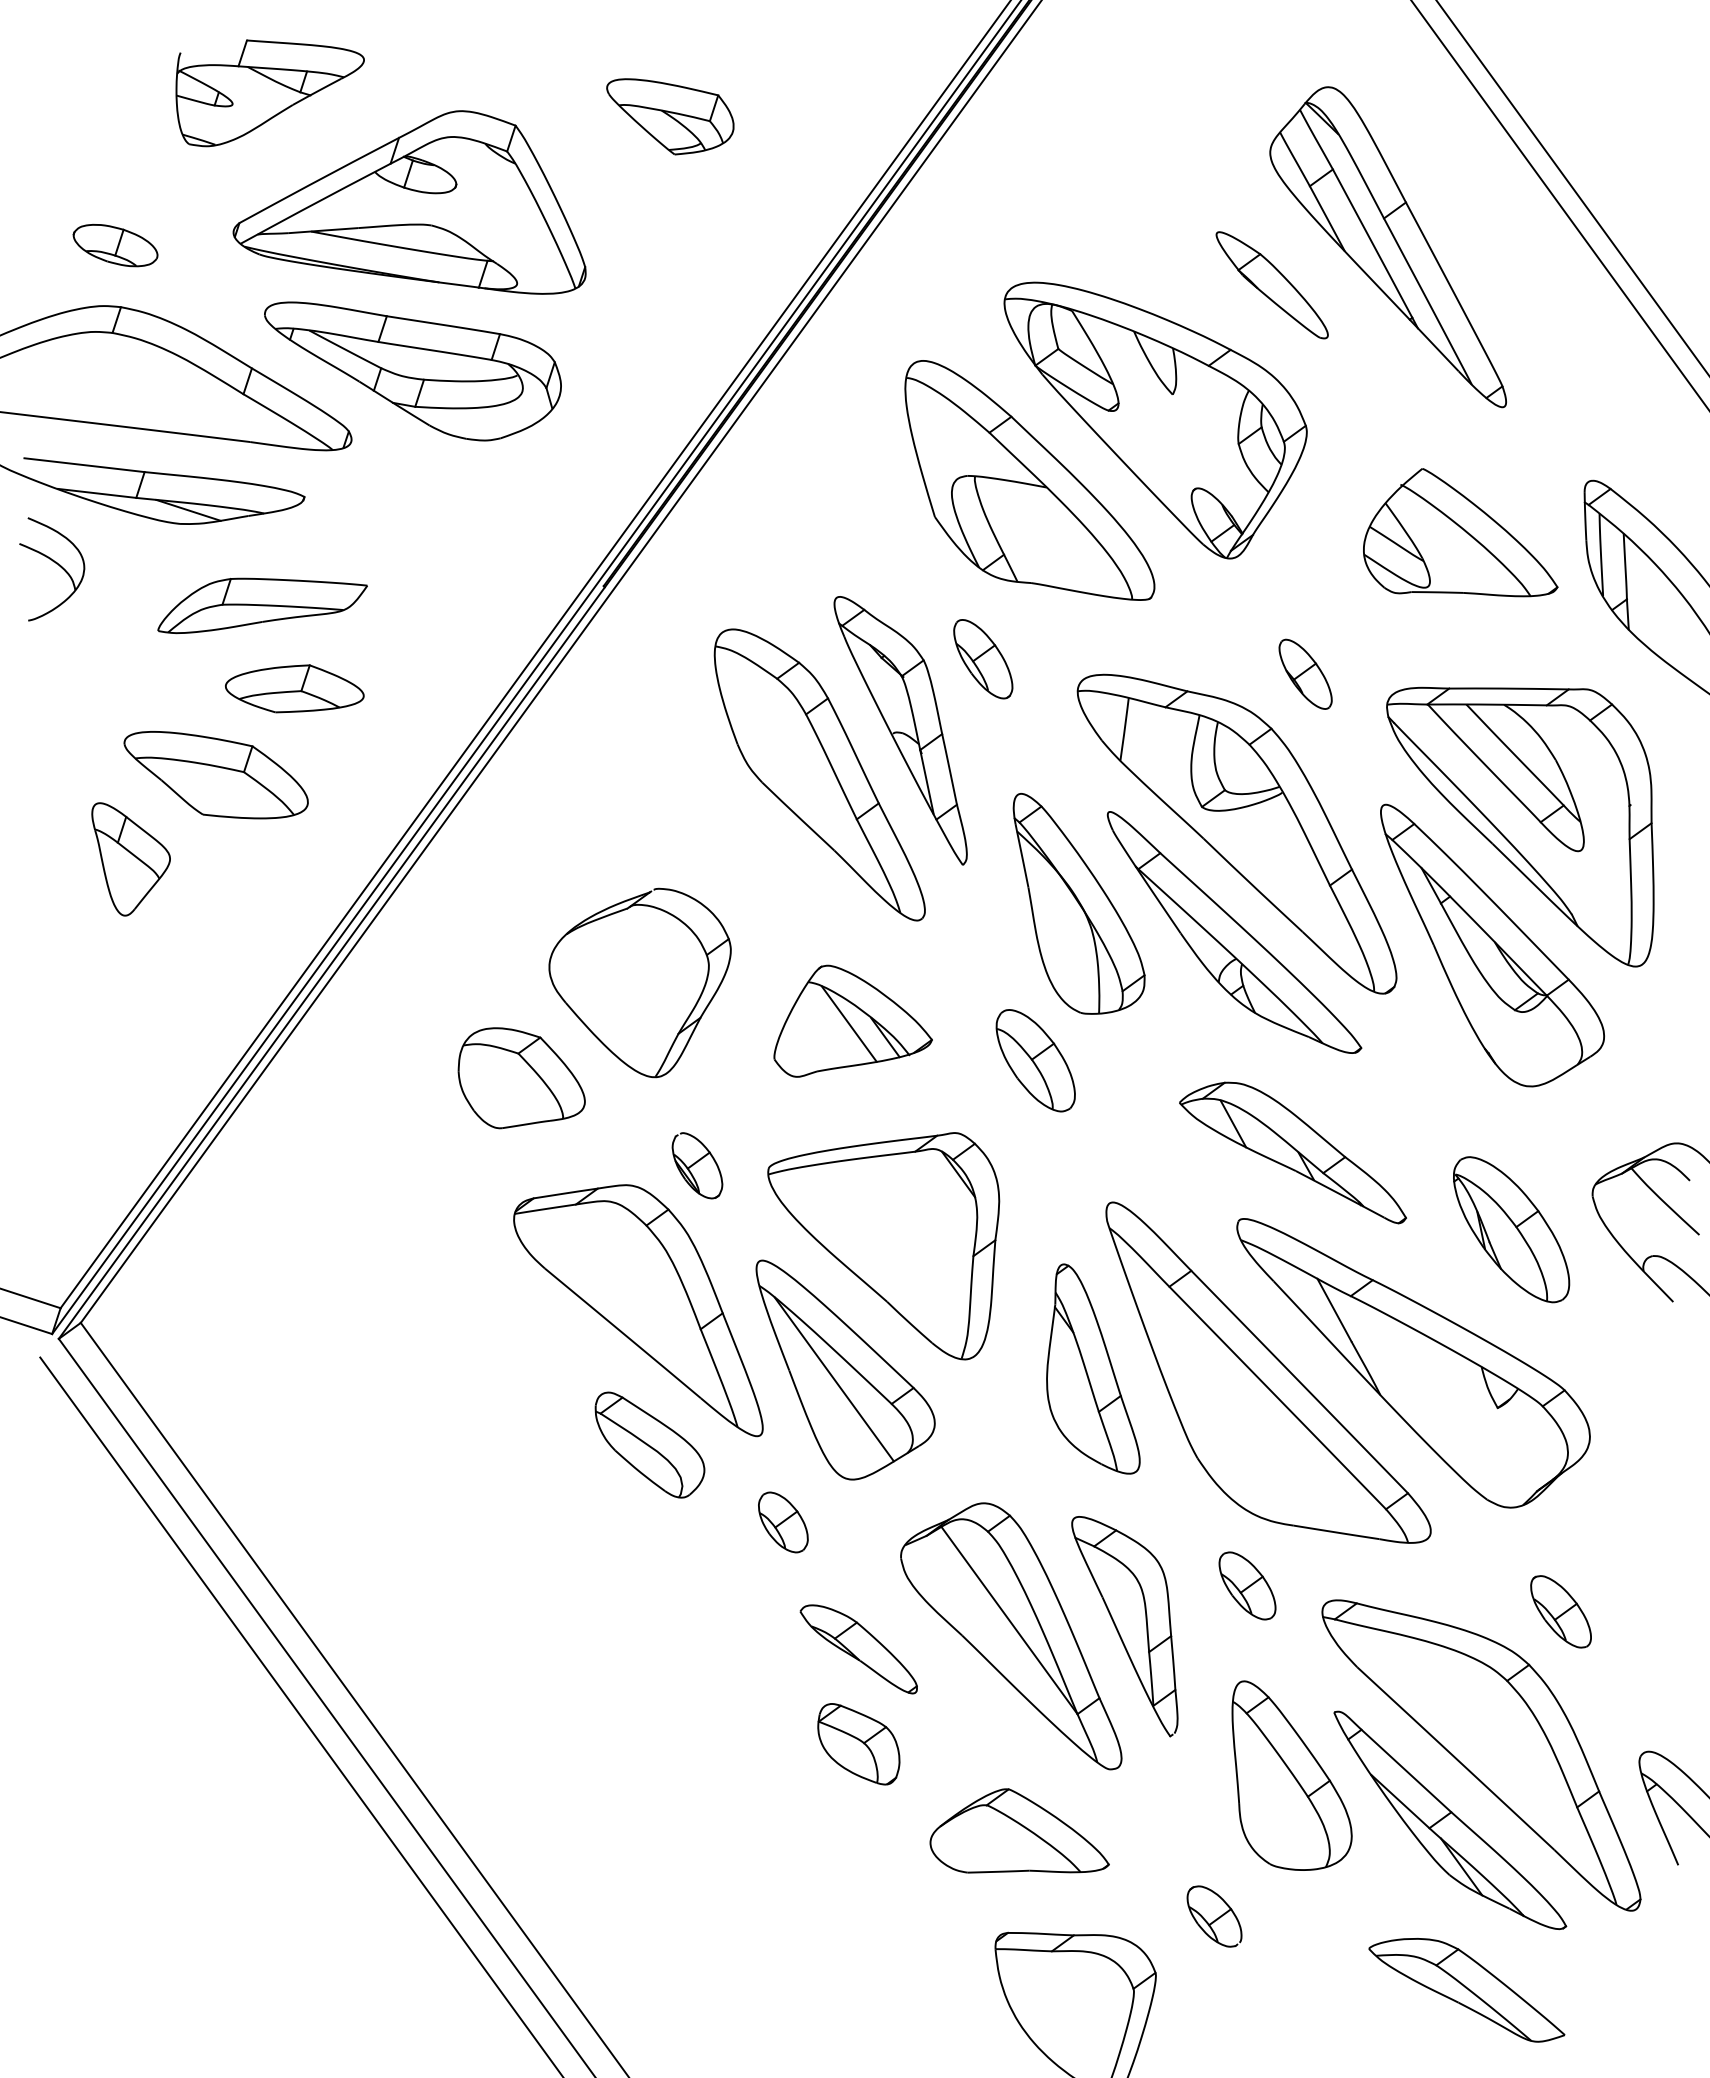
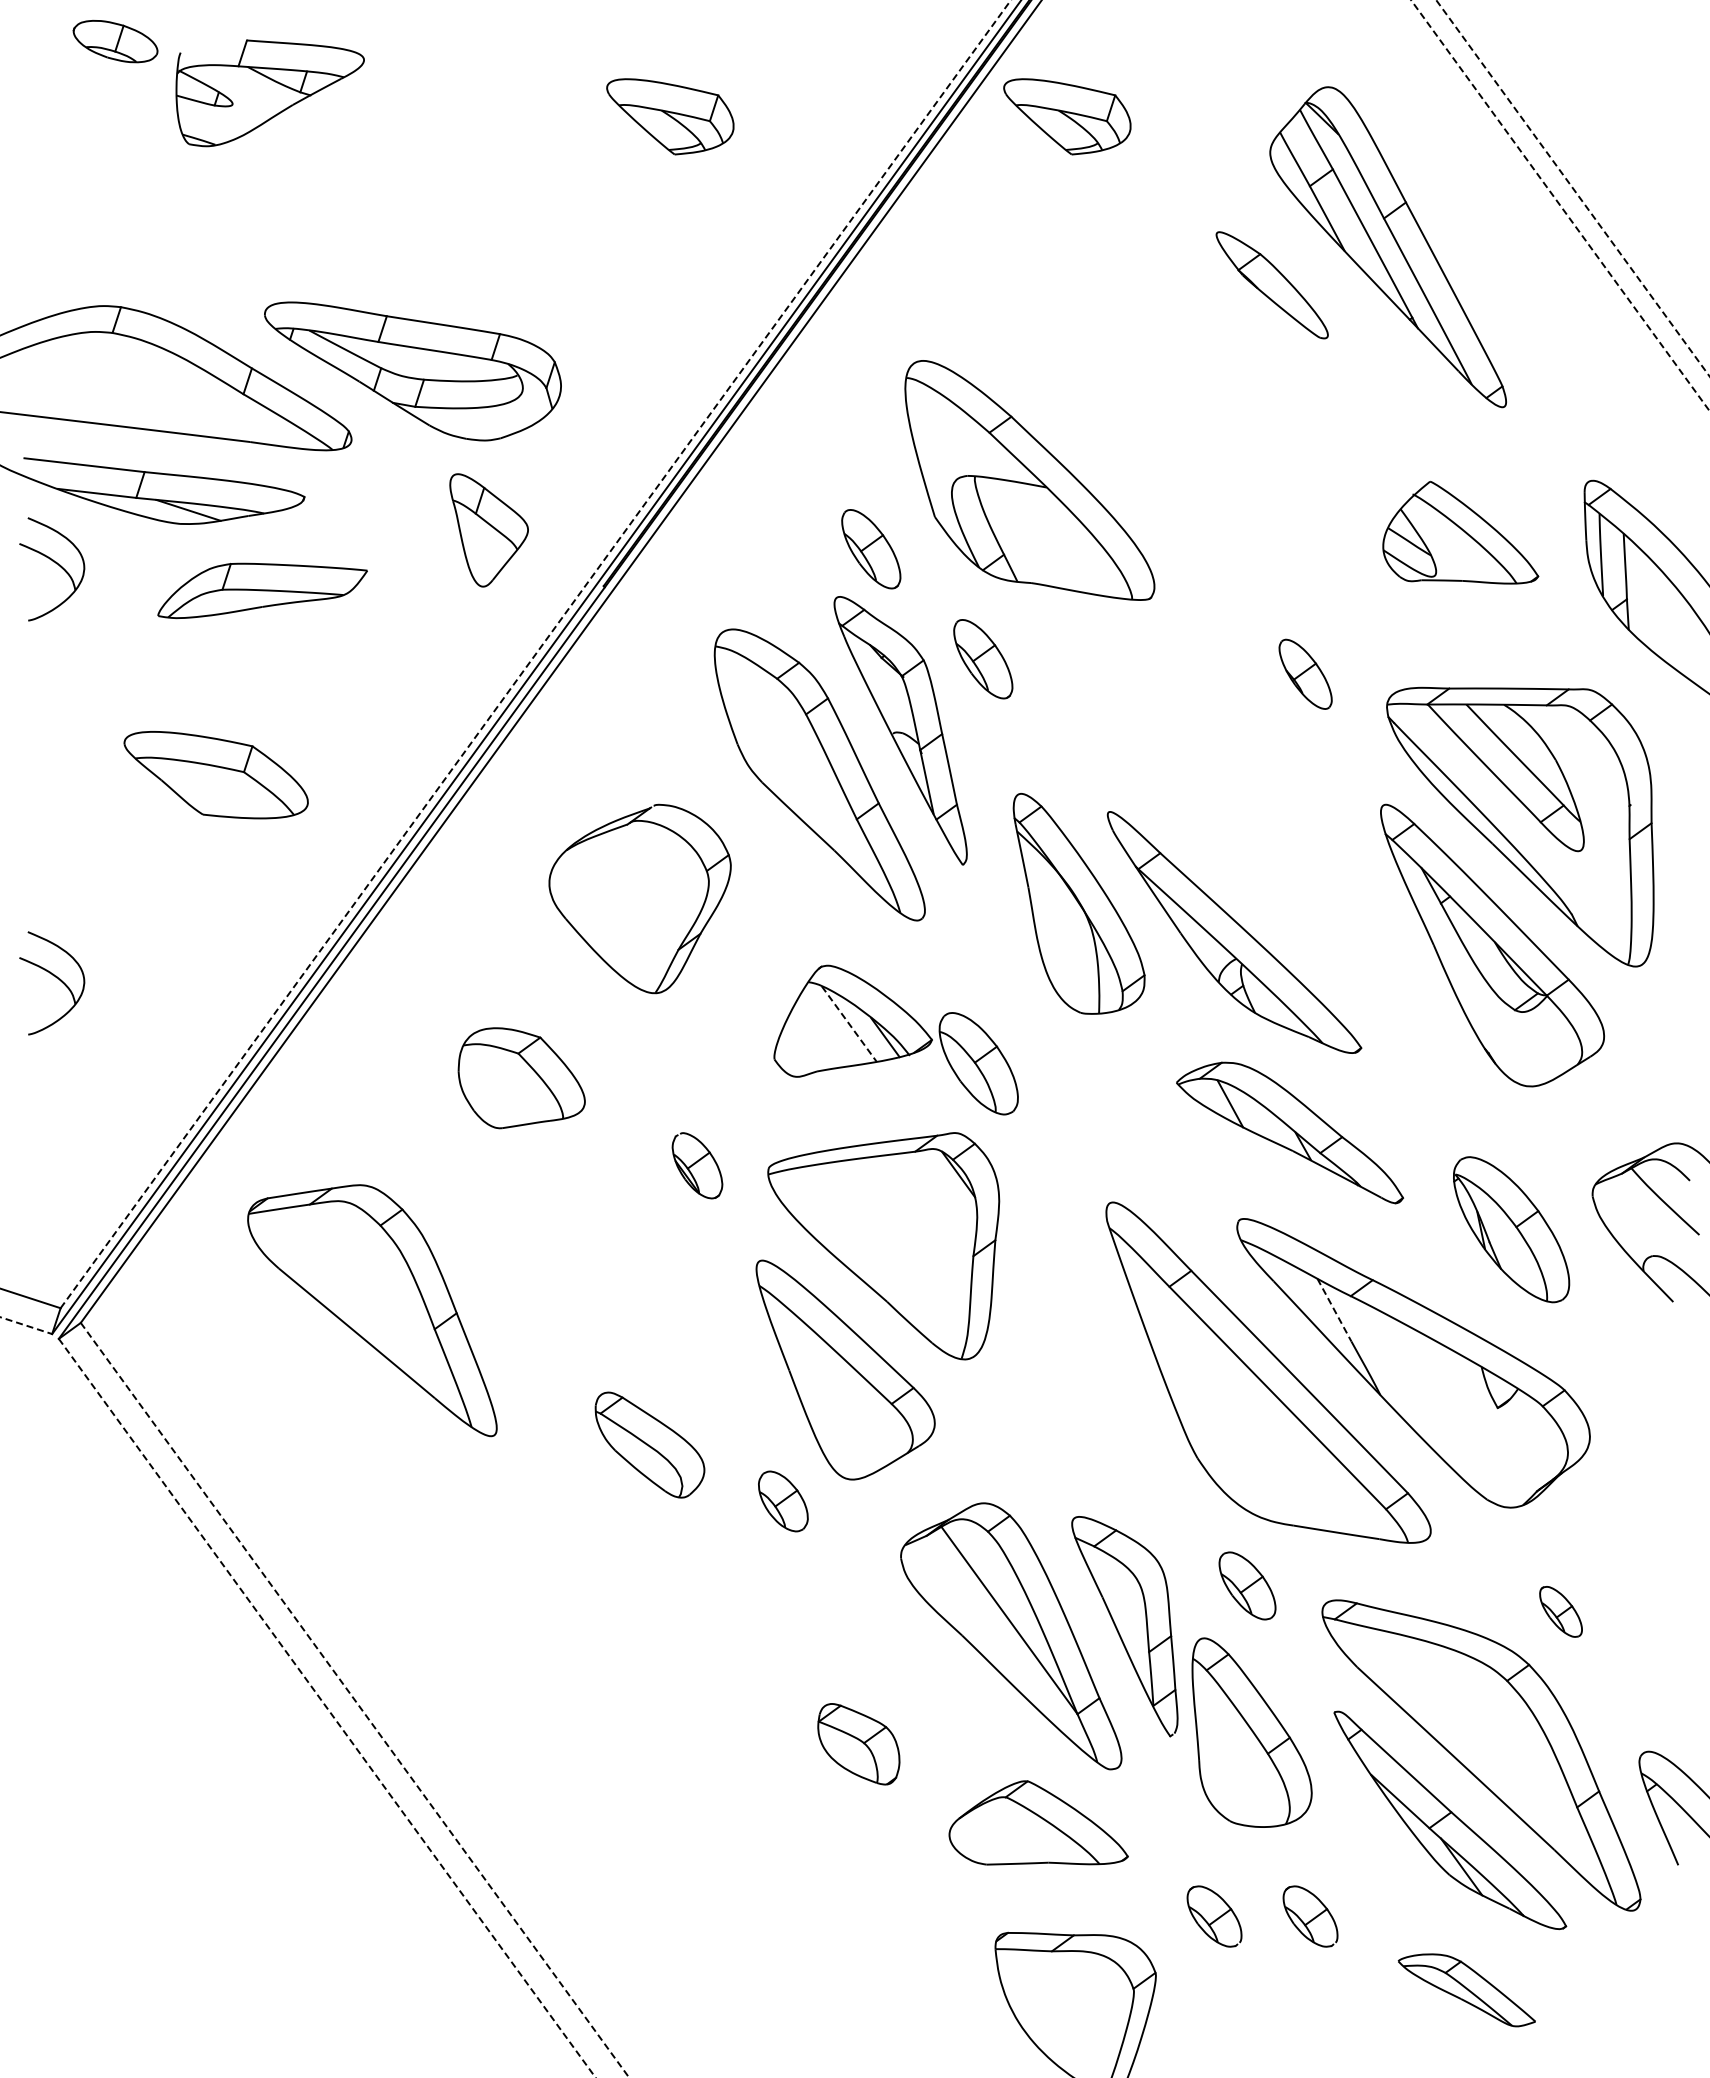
part at (1067, 116): none -> present
line at (1572, 188): solid -> dashed
part at (409, 202): present -> none
line at (1560, 205): solid -> dashed
part at (115, 245) position: (115, 245) -> (115, 41)
part at (1155, 420): present -> none
part at (1460, 532) size: 196x130 px -> 158x105 px
part at (871, 549): none -> present
part at (262, 605) position: (262, 605) -> (262, 590)
line at (535, 654): solid -> dashed
part at (294, 688): present -> none
part at (1236, 833): present -> none
part at (130, 859) position: (130, 859) -> (488, 530)
part at (56, 978): none -> present
part at (639, 982) position: (639, 982) -> (639, 898)
line at (849, 1024): solid -> dashed
part at (1035, 1060) position: (1035, 1060) -> (978, 1063)
part at (1293, 1152) position: (1293, 1152) -> (1290, 1132)
part at (638, 1310) position: (638, 1310) -> (372, 1310)
line at (1334, 1310): solid -> dashed
line at (26, 1325): solid -> dashed
part at (1093, 1368): present -> none
line at (833, 1379): present -> none
part at (783, 1522) position: (783, 1522) -> (783, 1501)
part at (1560, 1611) size: 62x74 px -> 44x52 px
part at (858, 1649): present -> none
line at (355, 1700): solid -> dashed
line at (327, 1708): solid -> dashed
line at (300, 1715): present -> none
part at (1291, 1775) position: (1291, 1775) -> (1251, 1732)
part at (1019, 1830) position: (1019, 1830) -> (1038, 1822)
part at (1310, 1916): none -> present
part at (1466, 1990) size: 198x105 px -> 139x75 px
